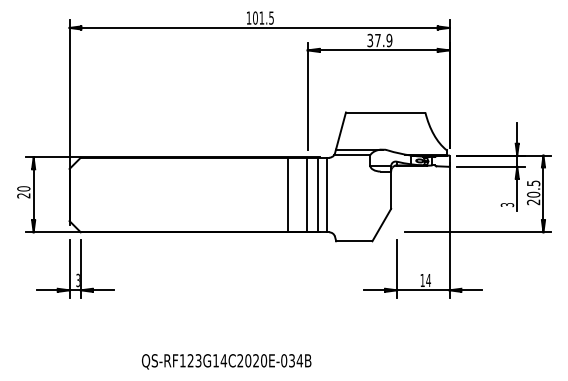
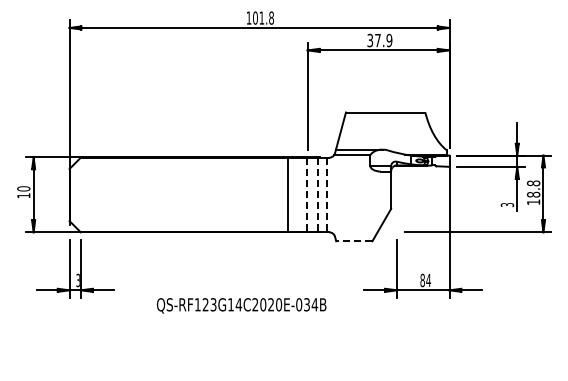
text at (271, 17): 101.5 -> 101.8
text at (533, 192): 20.5 -> 18.8
text at (23, 195): 20 -> 10
line at (307, 195): solid -> dashed
line at (317, 195): solid -> dashed
line at (327, 195): solid -> dashed
line at (353, 241): solid -> dashed
text at (422, 280): 14 -> 84
text at (226, 361) position: (226, 361) -> (241, 305)
